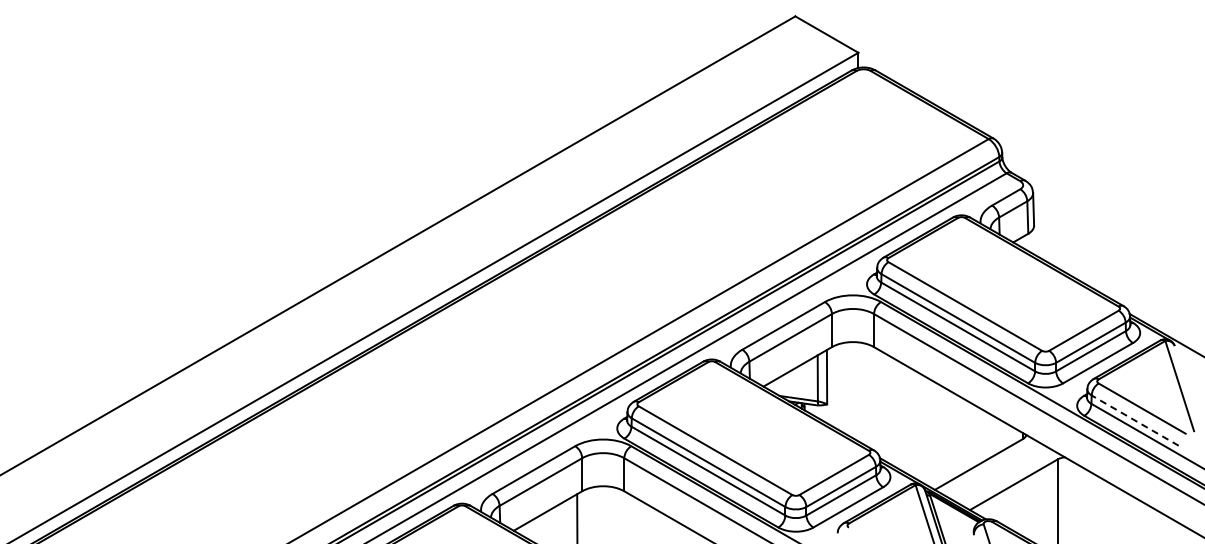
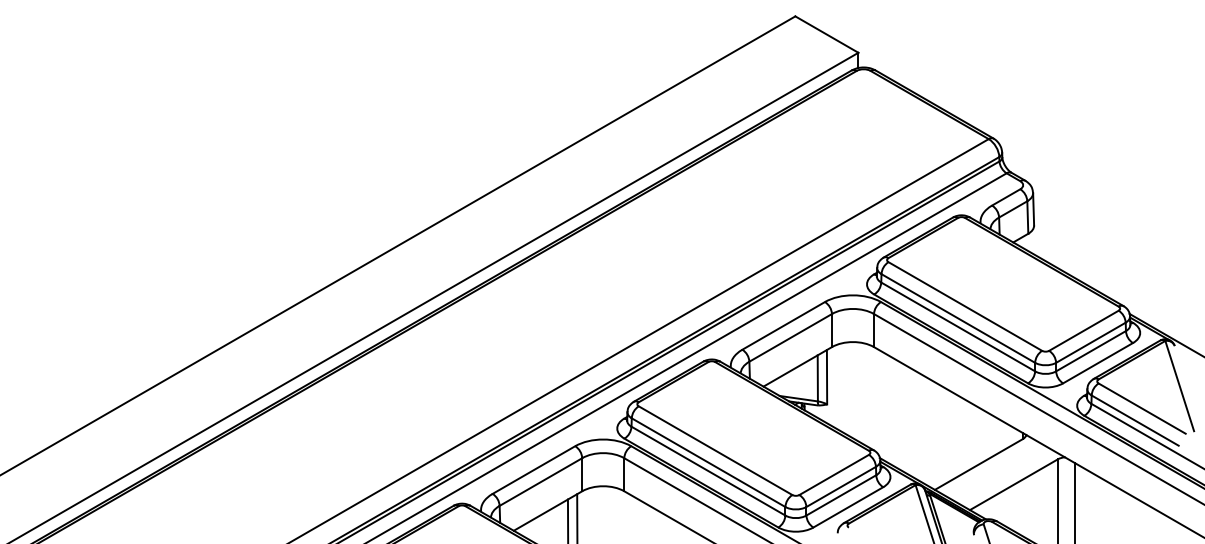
line at (1134, 420): dashed -> solid
line at (1075, 501): none -> present
line at (567, 519): none -> present
